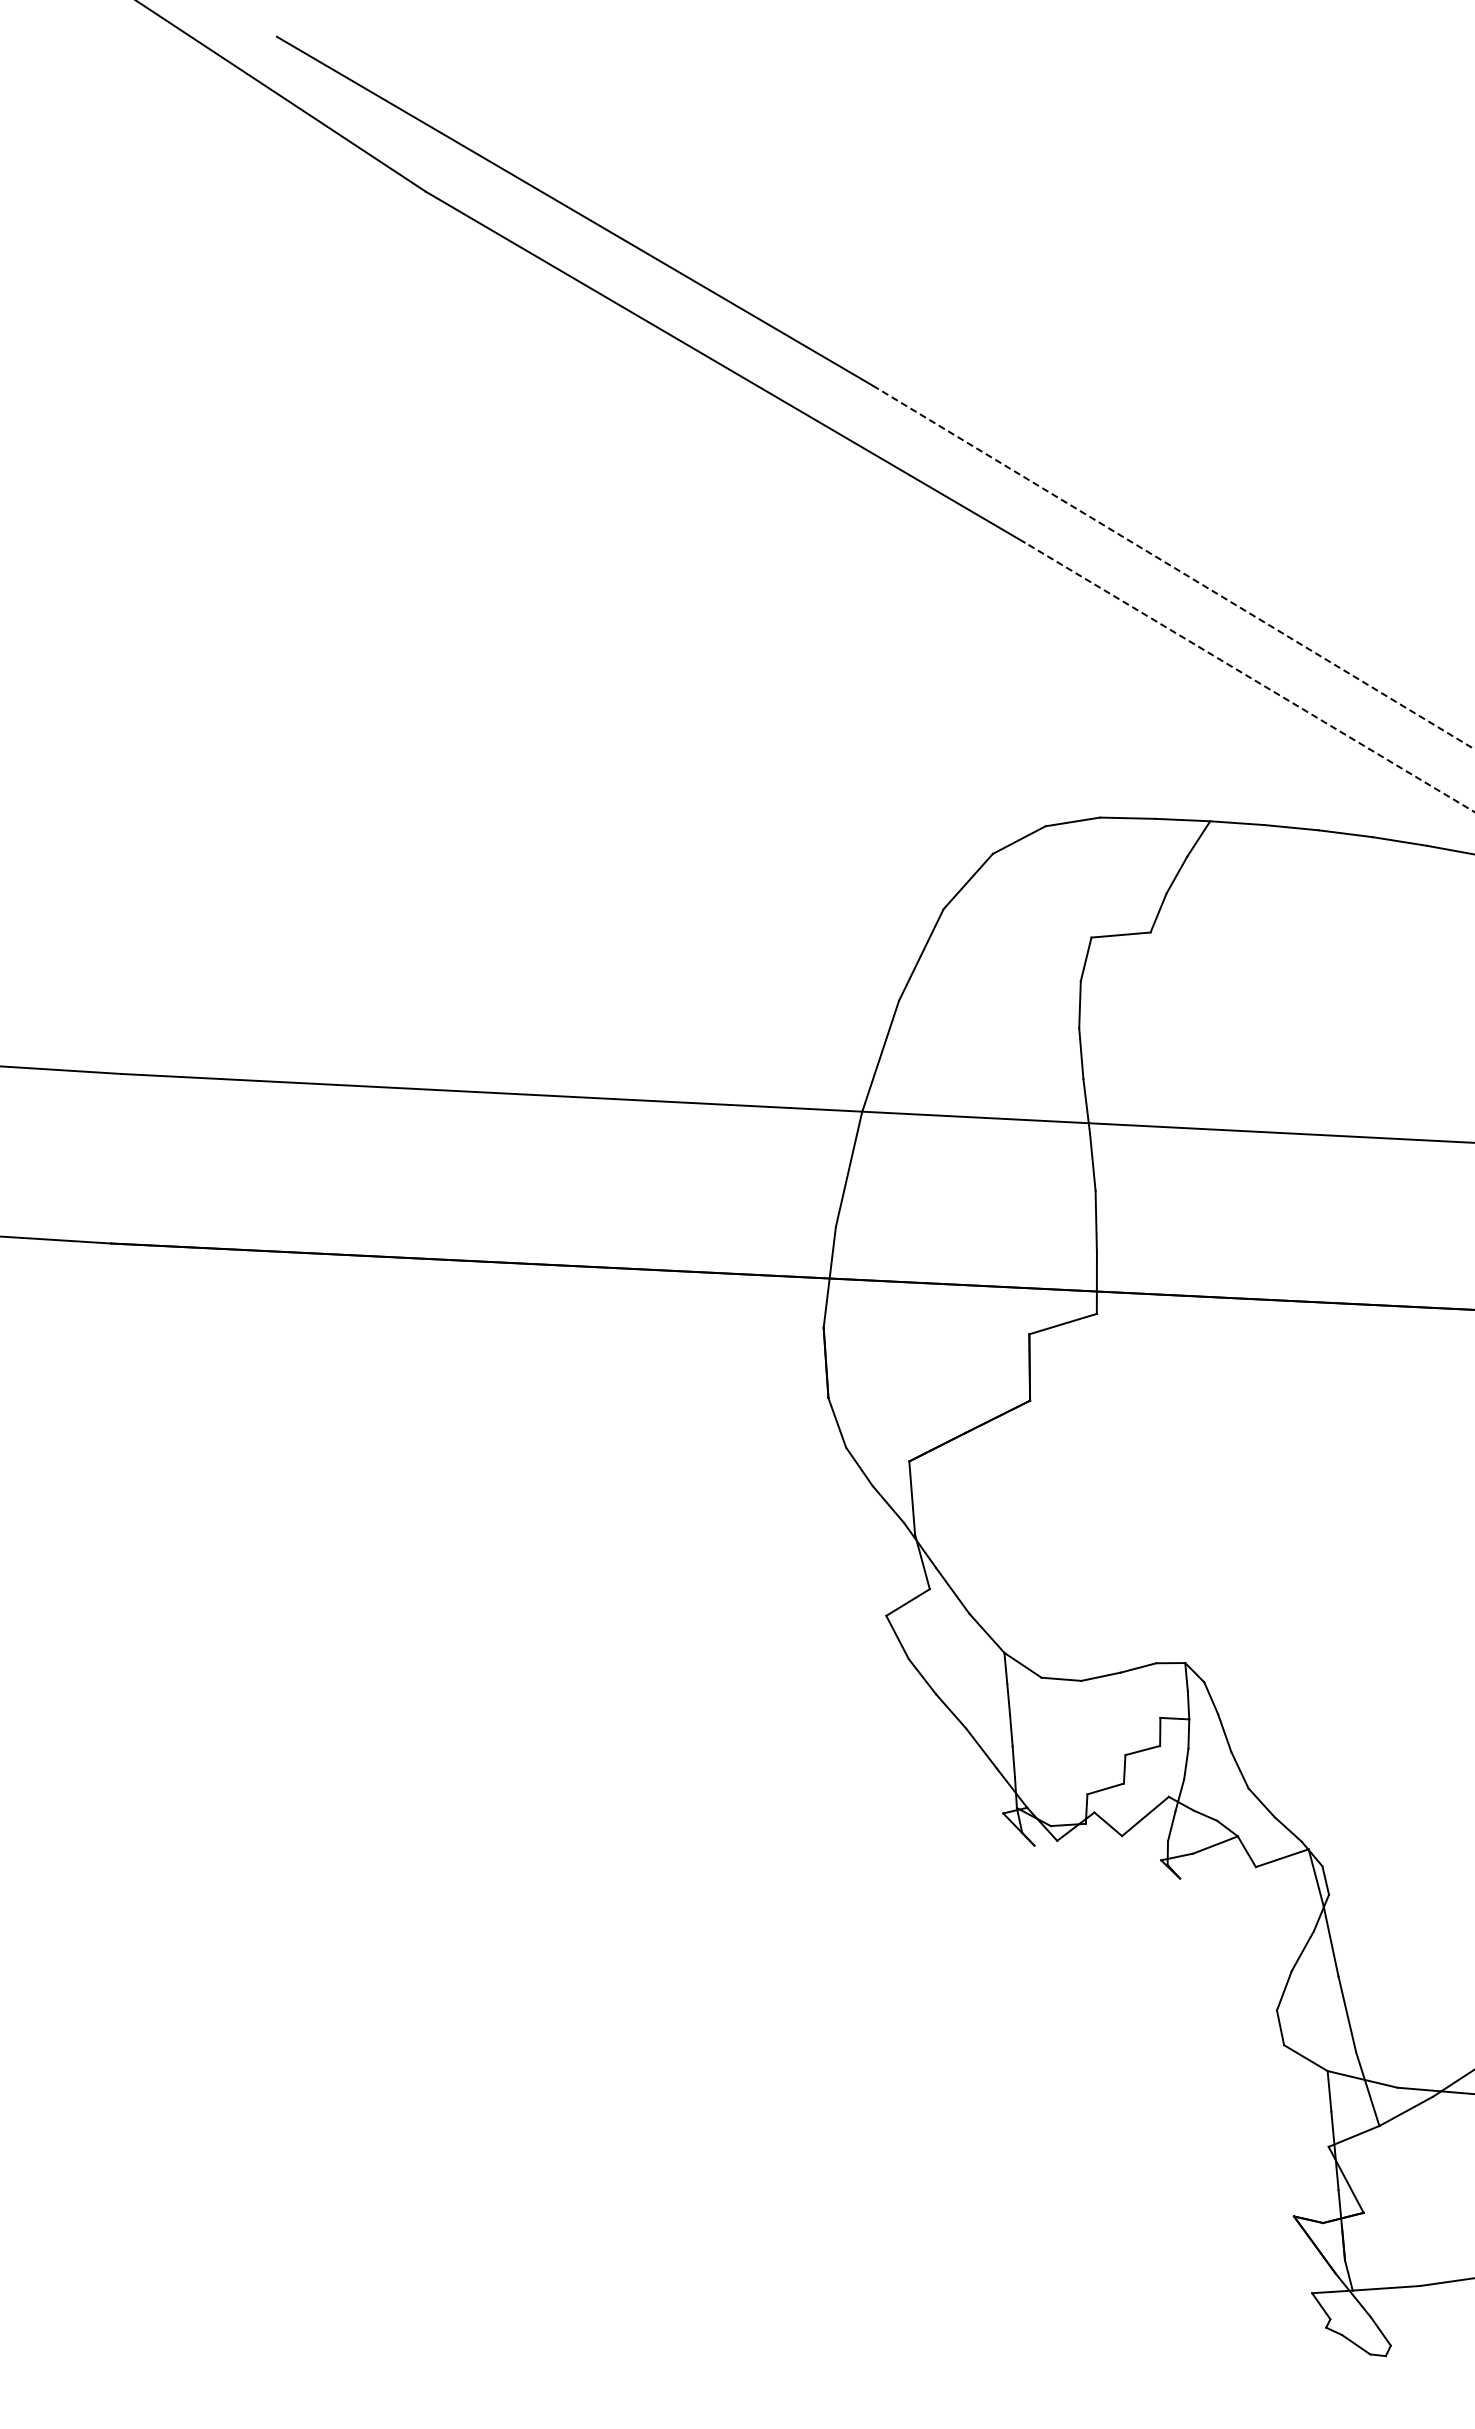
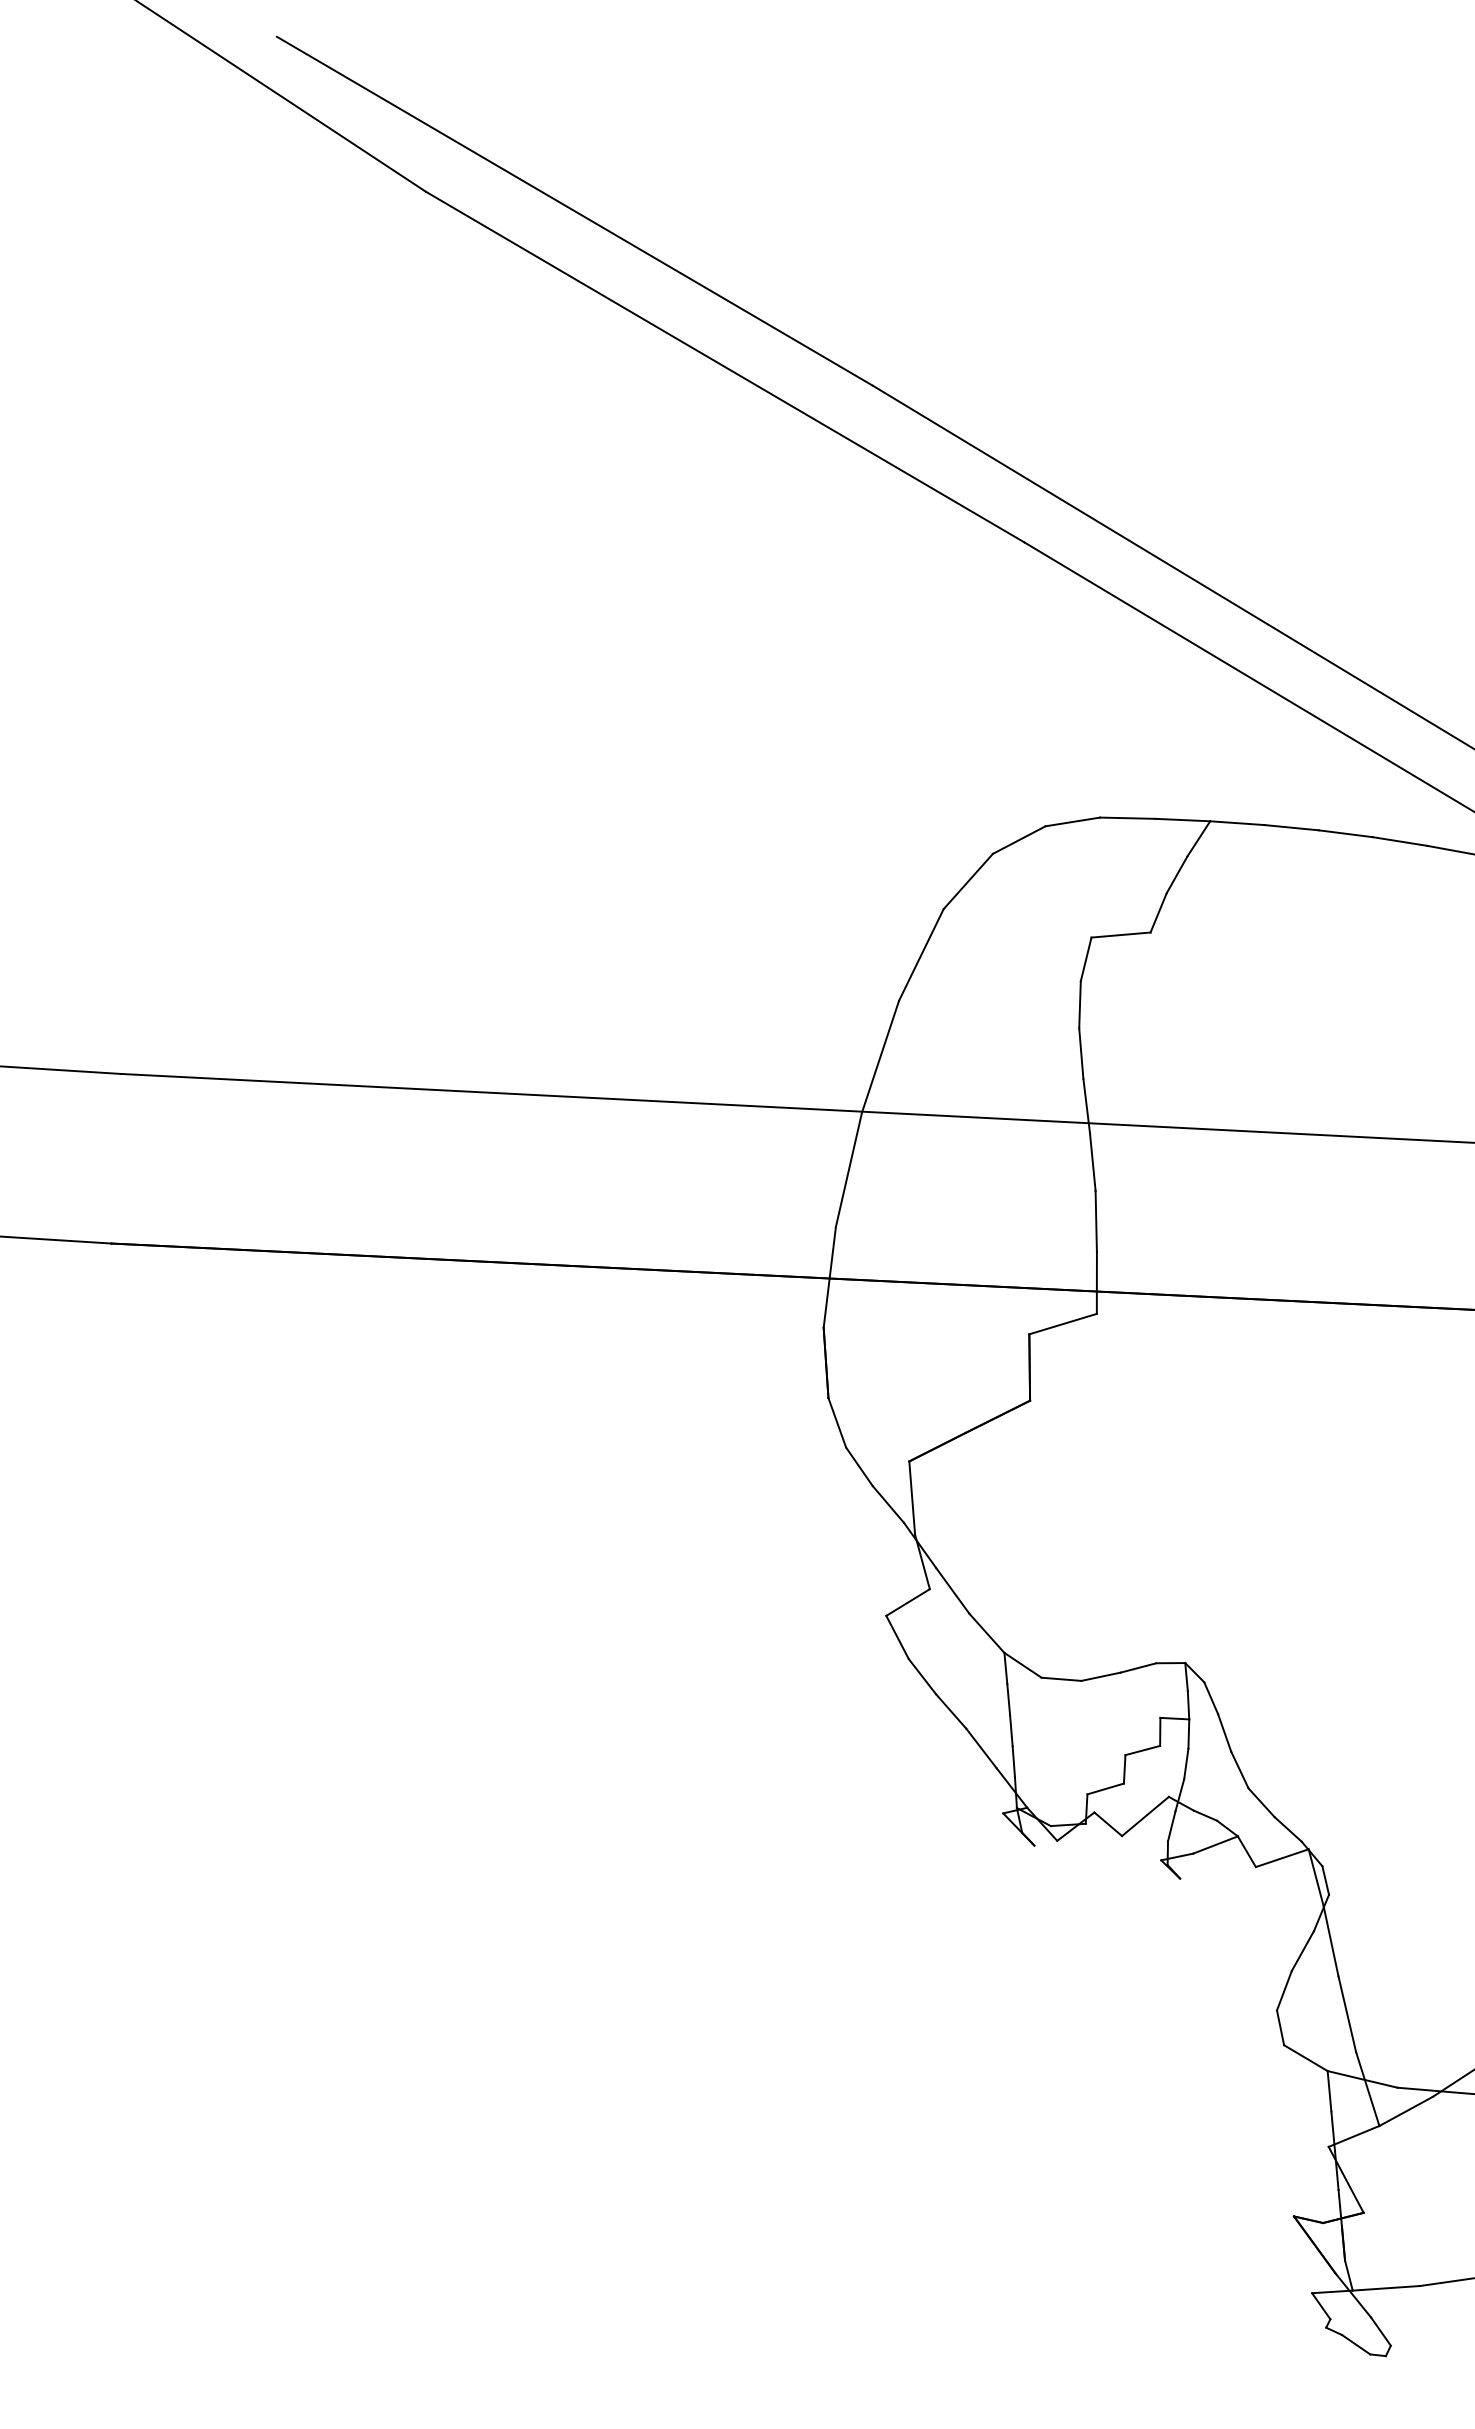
line at (1174, 567): dashed -> solid
line at (1249, 677): dashed -> solid
